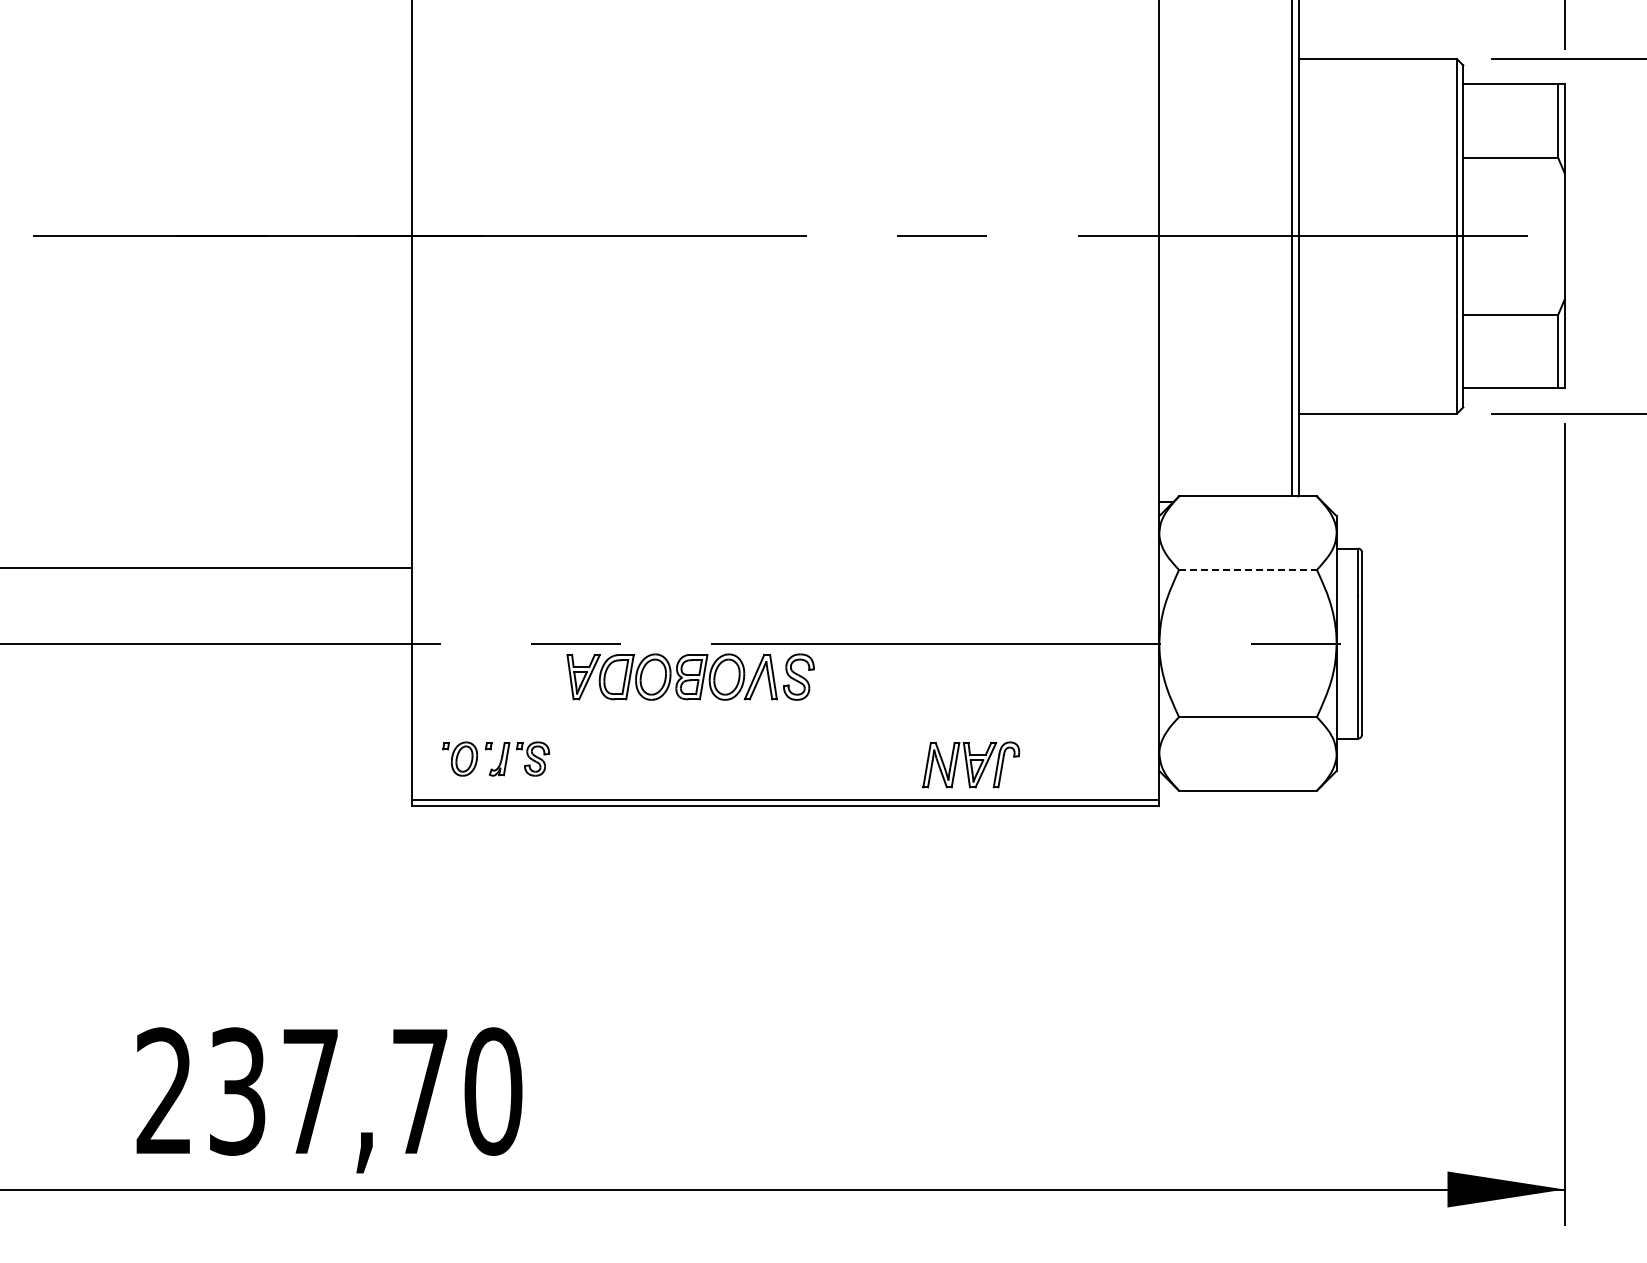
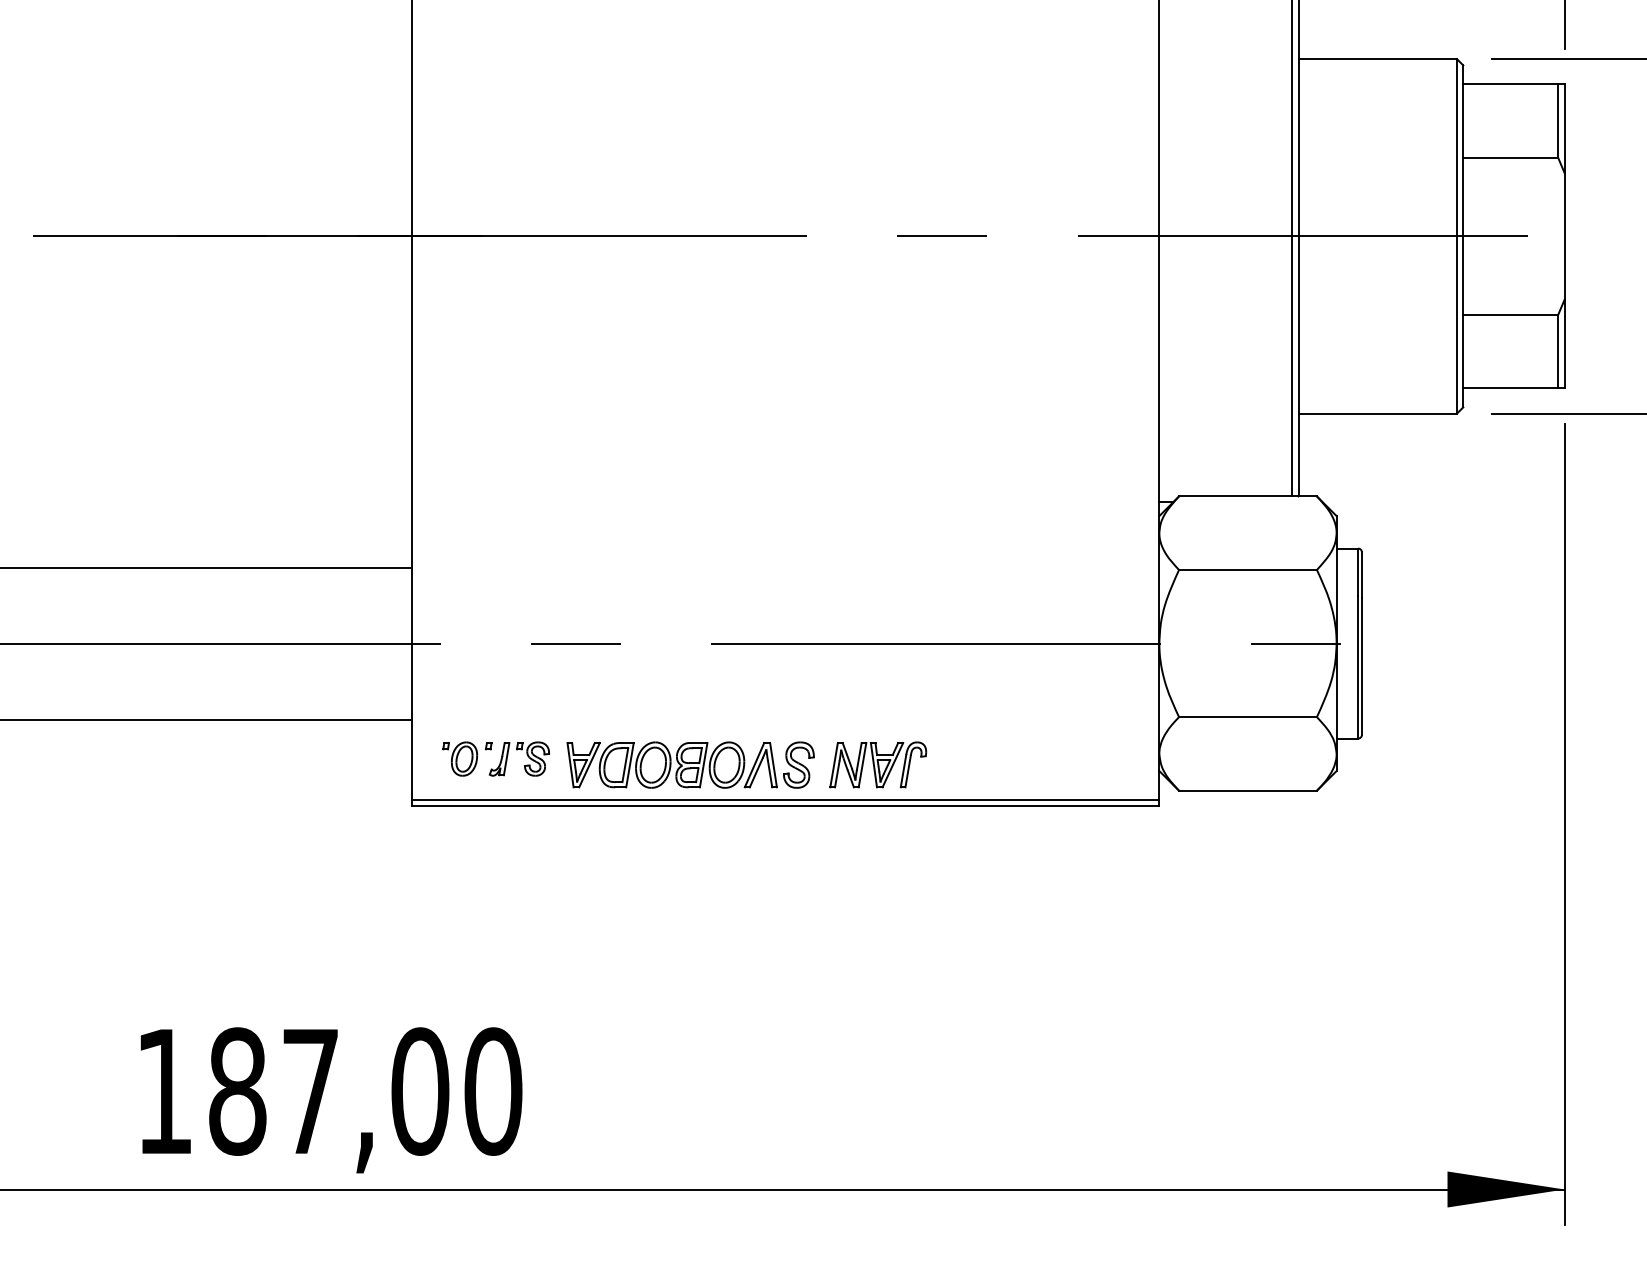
line at (1247, 569): dashed -> solid
part at (690, 676) position: (690, 676) -> (690, 764)
line at (207, 719): none -> present
part at (971, 764) position: (971, 764) -> (878, 764)
text at (292, 1091): 237,70 -> 187,00
